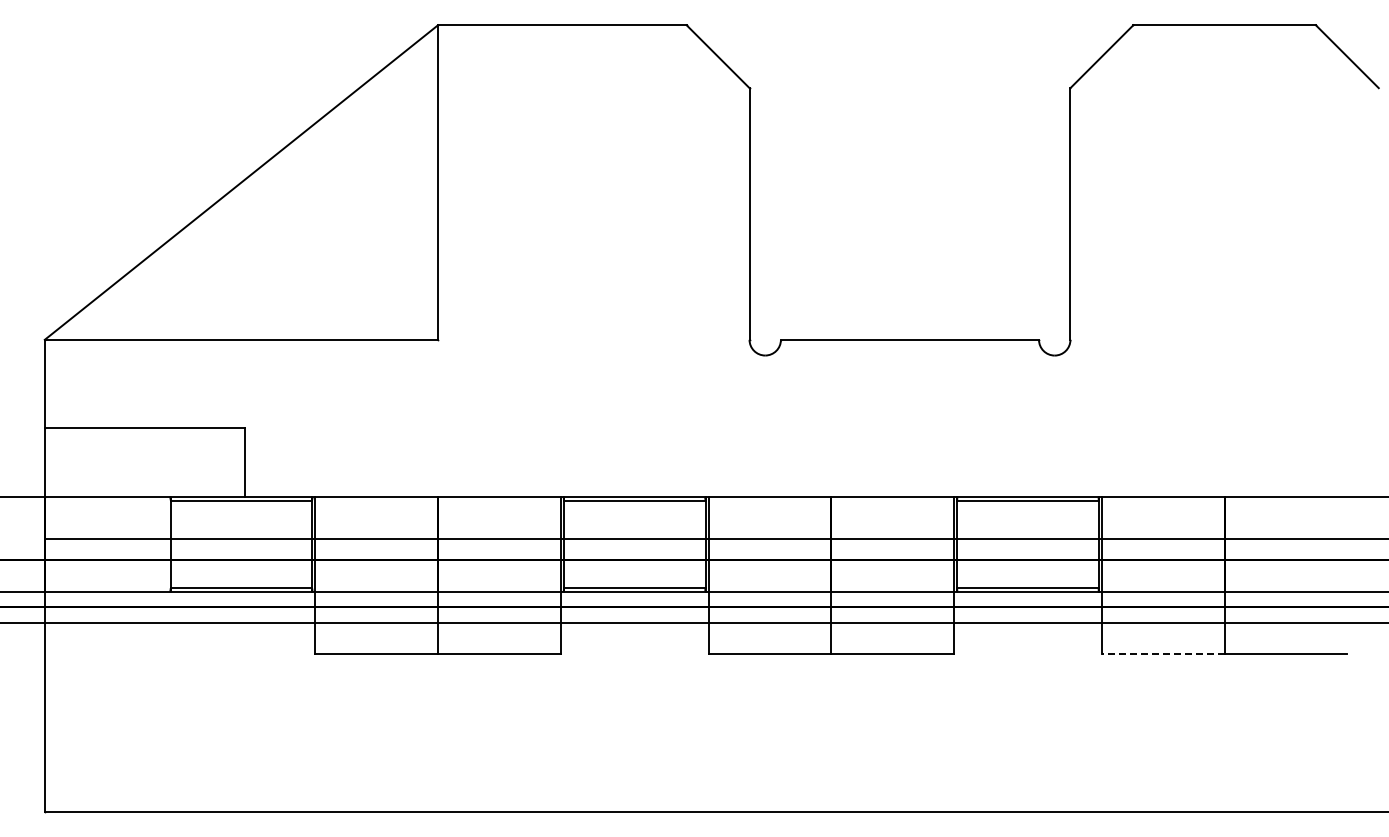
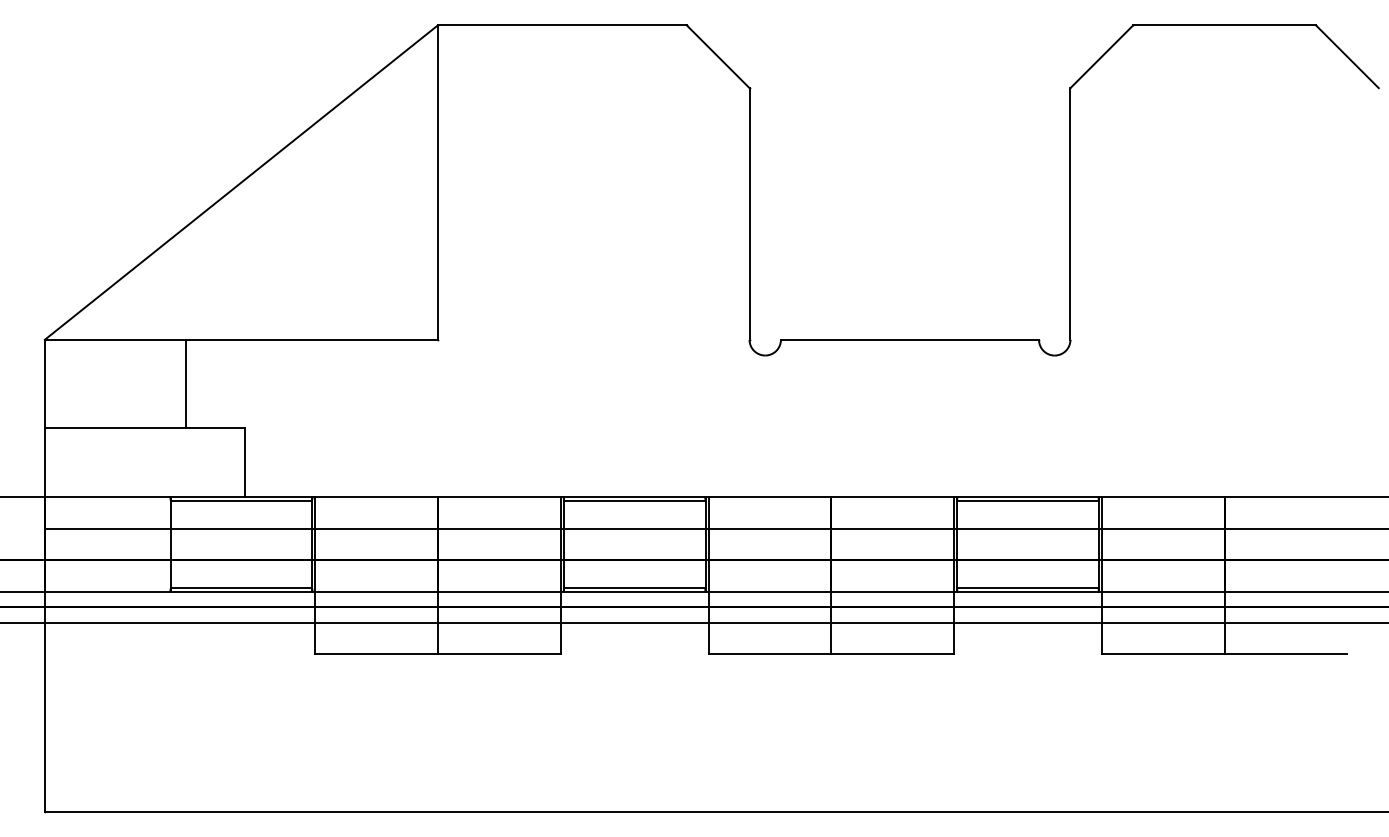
line at (186, 383): none -> present
line at (714, 538) position: (714, 538) -> (714, 528)
line at (1162, 654): dashed -> solid
